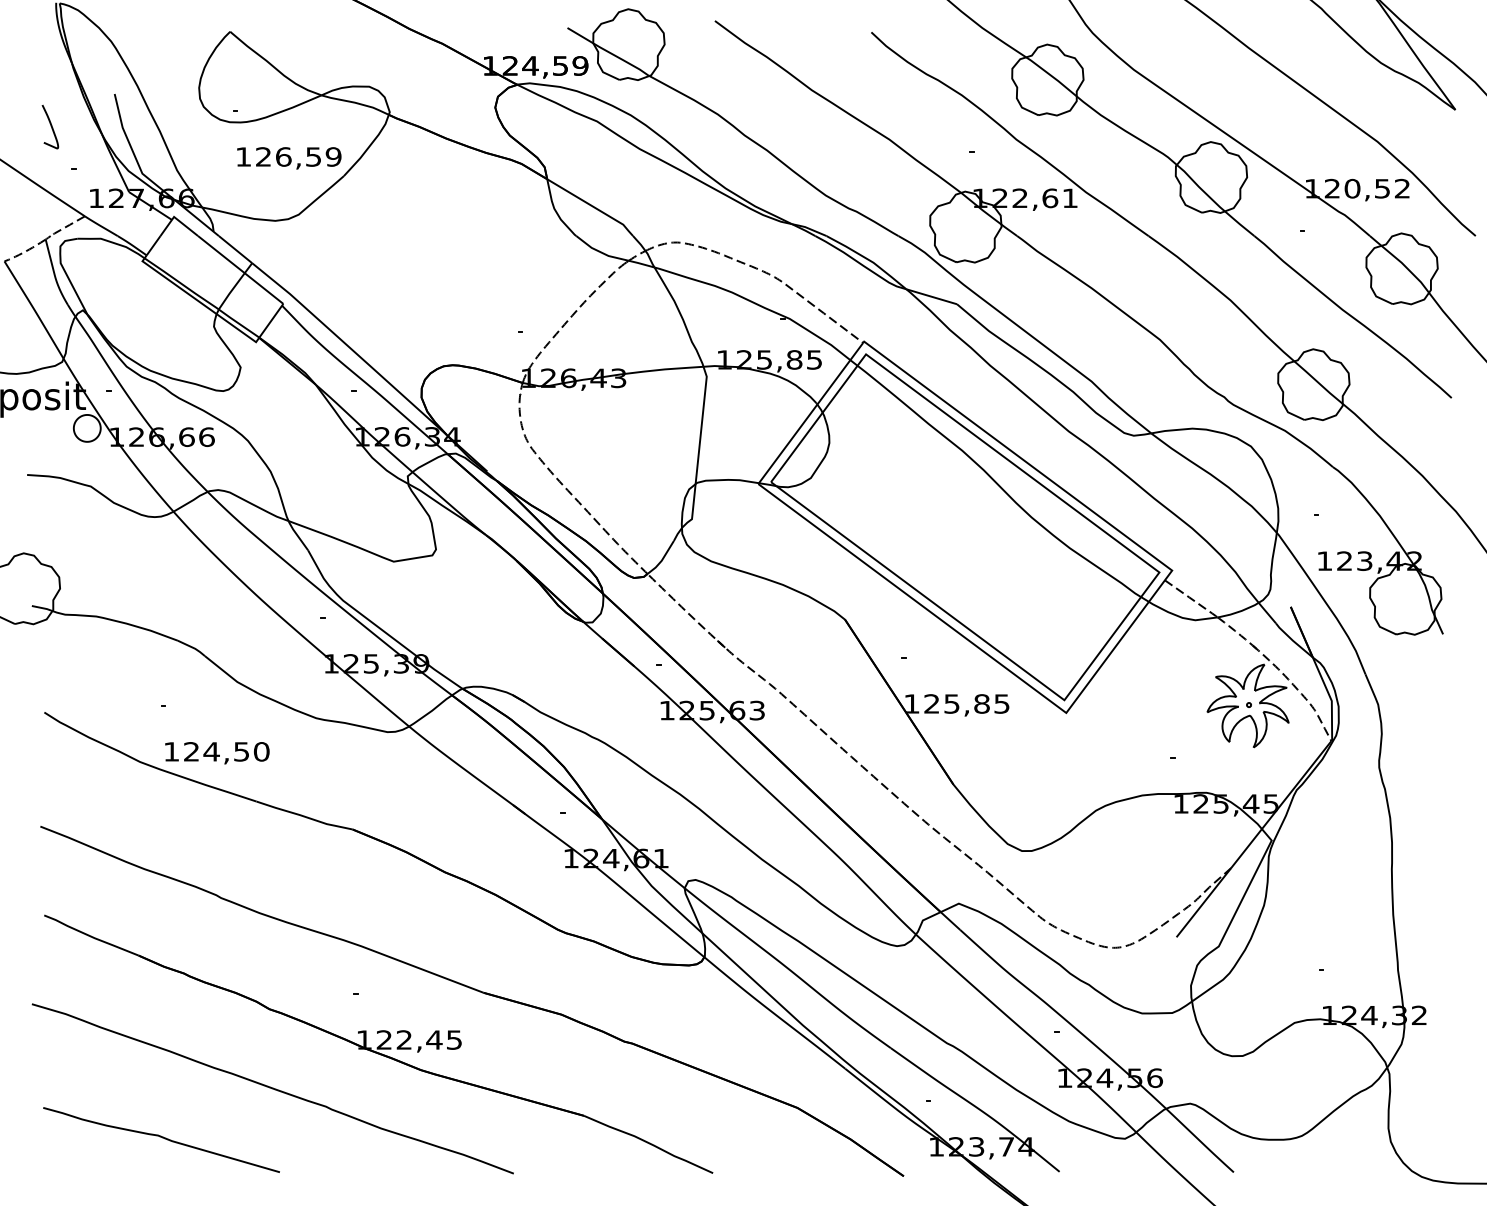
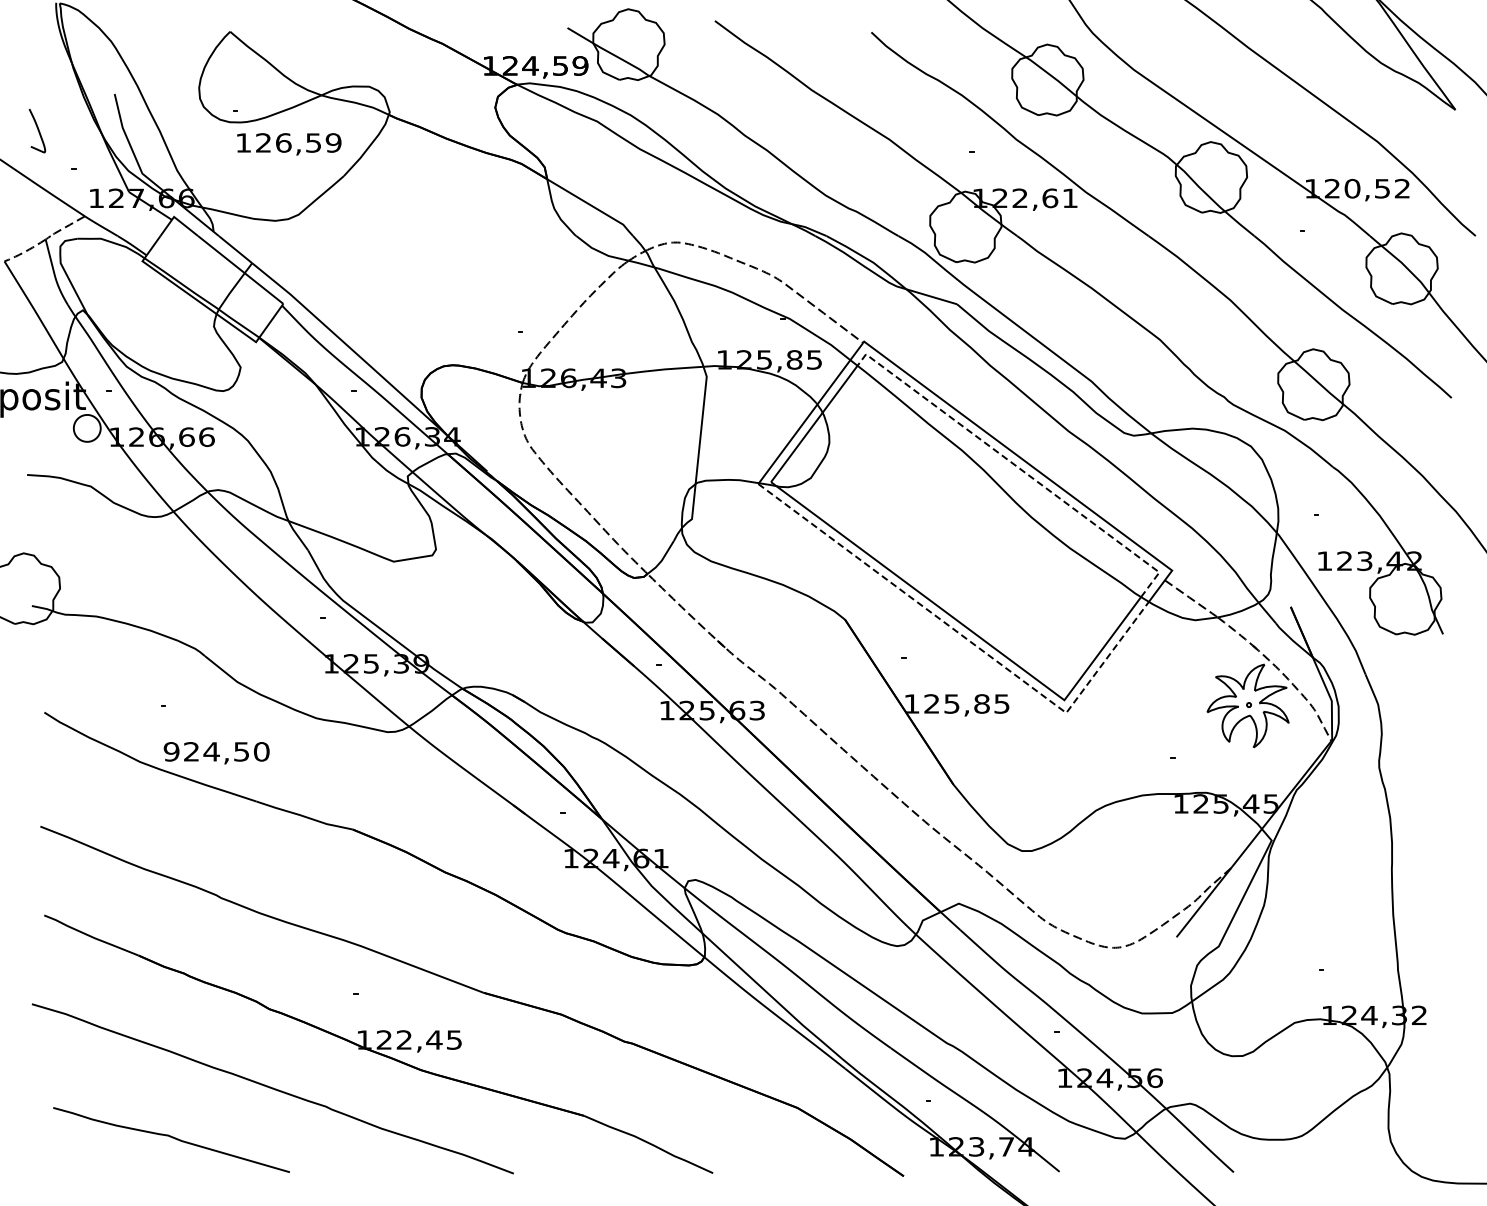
curve at (50, 126) position: (50, 126) -> (37, 130)
text at (289, 158) position: (289, 158) -> (289, 144)
line at (1019, 468): solid -> dashed
line at (968, 640): solid -> dashed
text at (171, 751): 124,50 -> 924,50
curve at (162, 1138) position: (162, 1138) -> (172, 1138)
